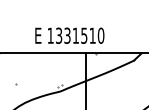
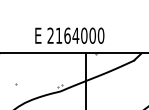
text at (71, 35): 1331510 -> 2164000
